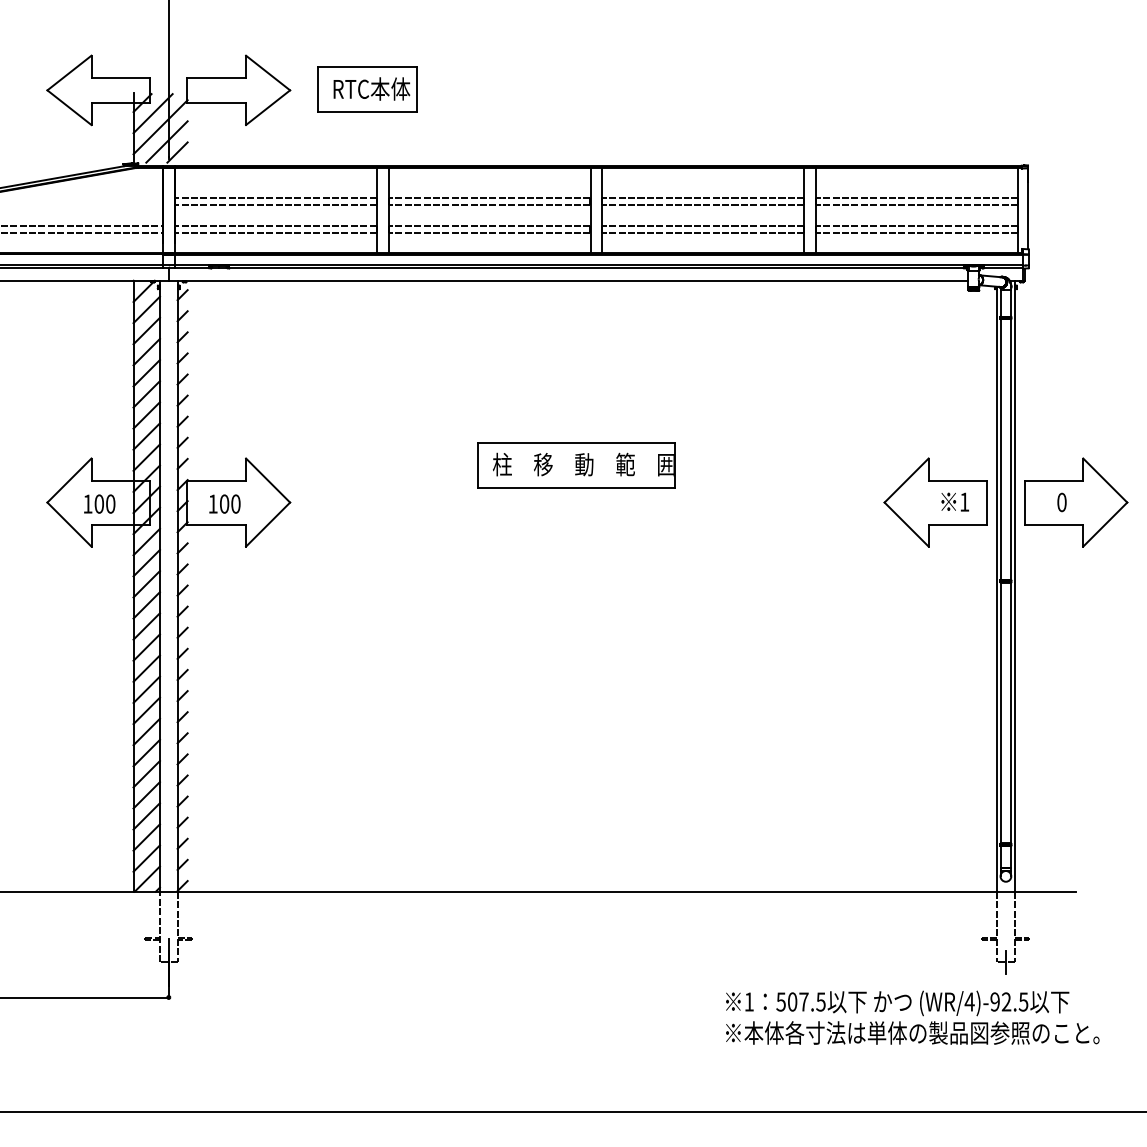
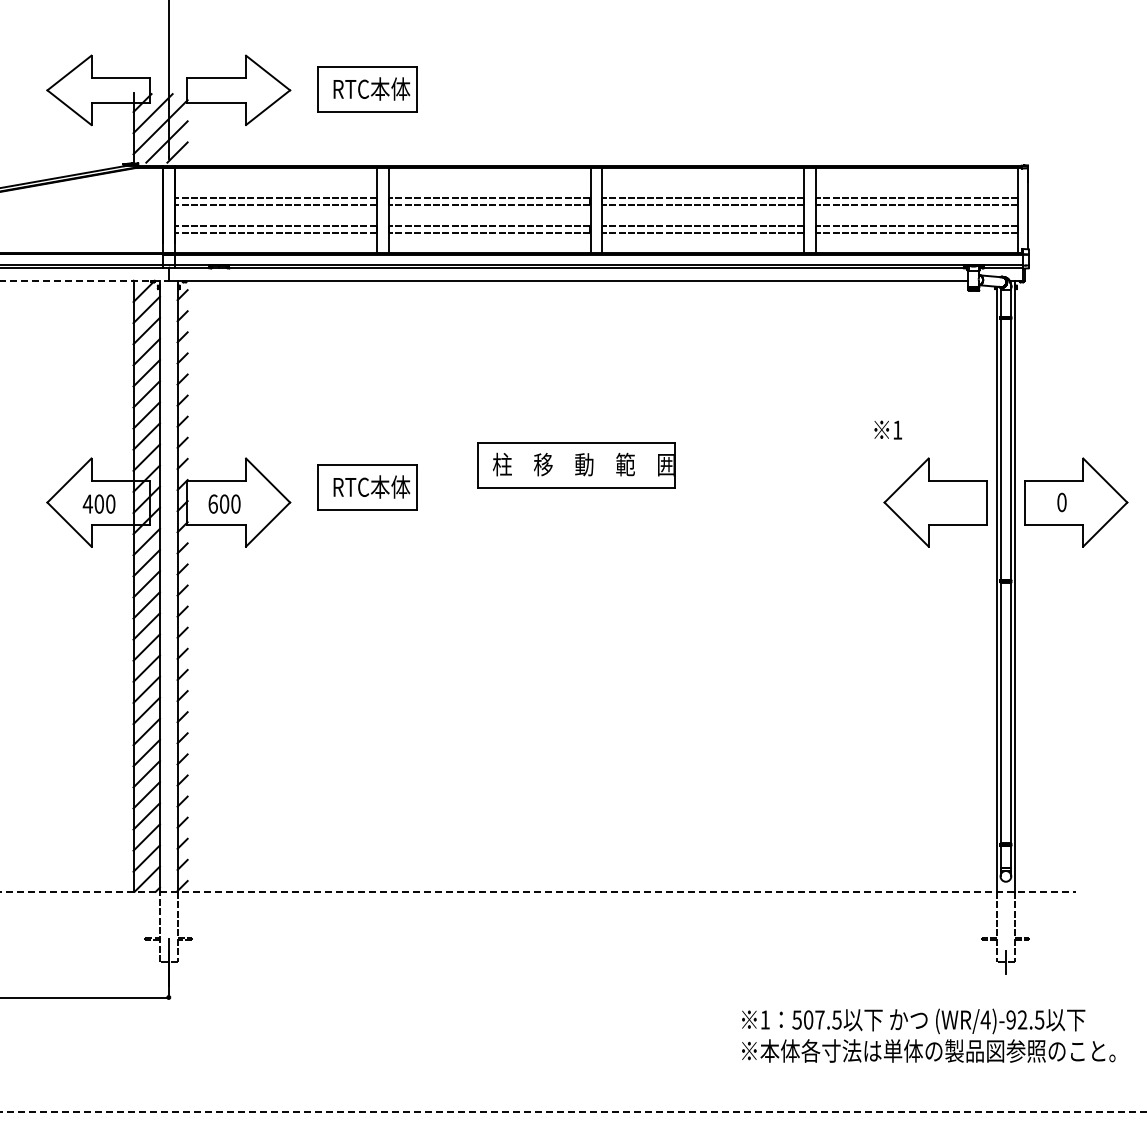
line at (82, 225): present -> none
line at (82, 232): present -> none
line at (84, 280): solid -> dashed
part at (367, 487): none -> present
text at (954, 501) position: (954, 501) -> (887, 429)
text at (87, 503): 100 -> 400
text at (212, 503): 100 -> 600
line at (538, 891): solid -> dashed
text at (912, 1017) position: (912, 1017) -> (928, 1035)
line at (573, 1112): solid -> dashed
